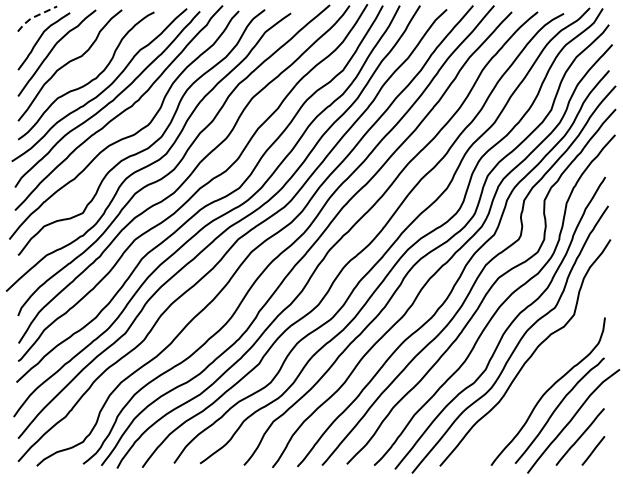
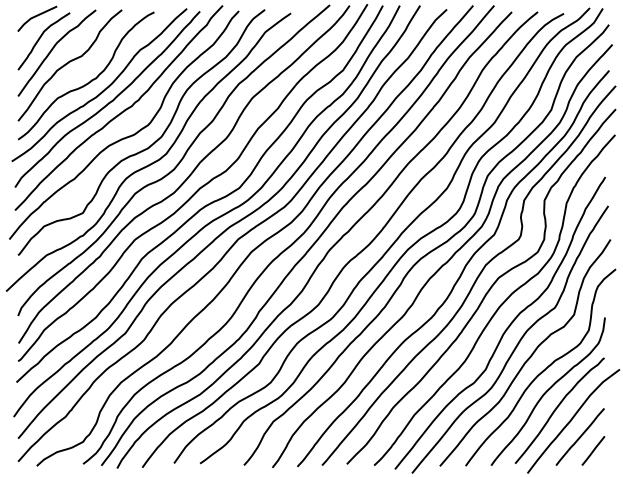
line at (34, 16): dashed -> solid
curve at (543, 369): none -> present
